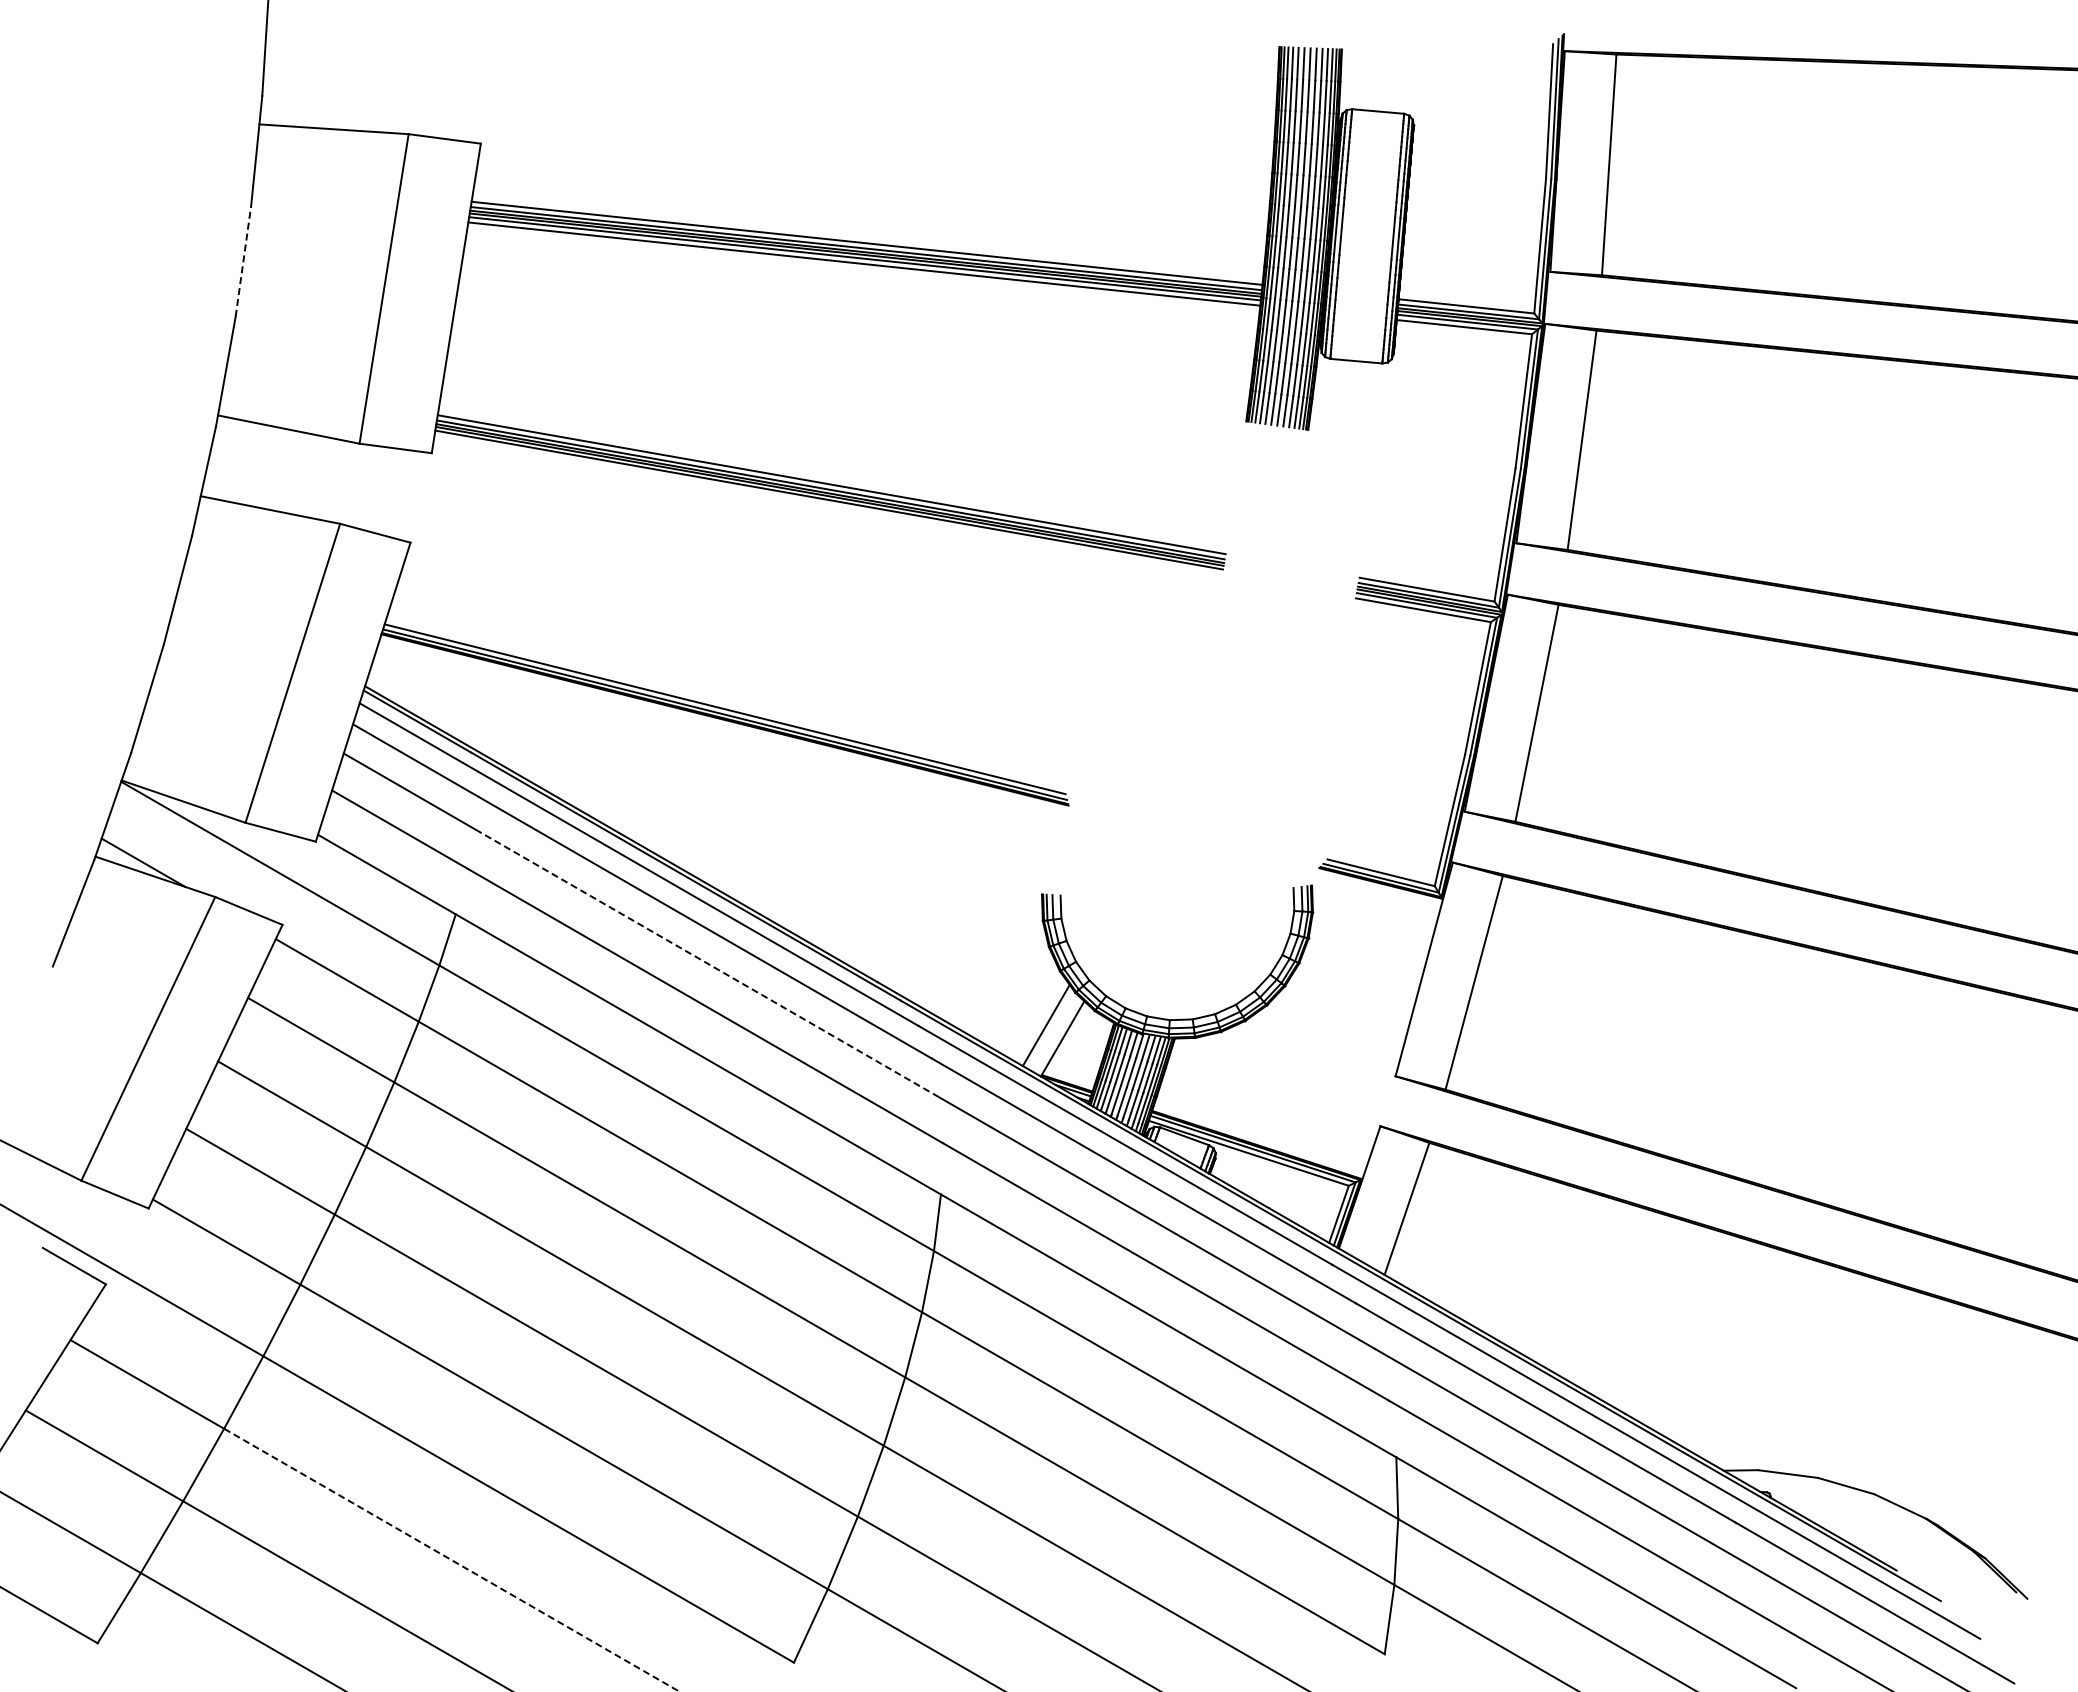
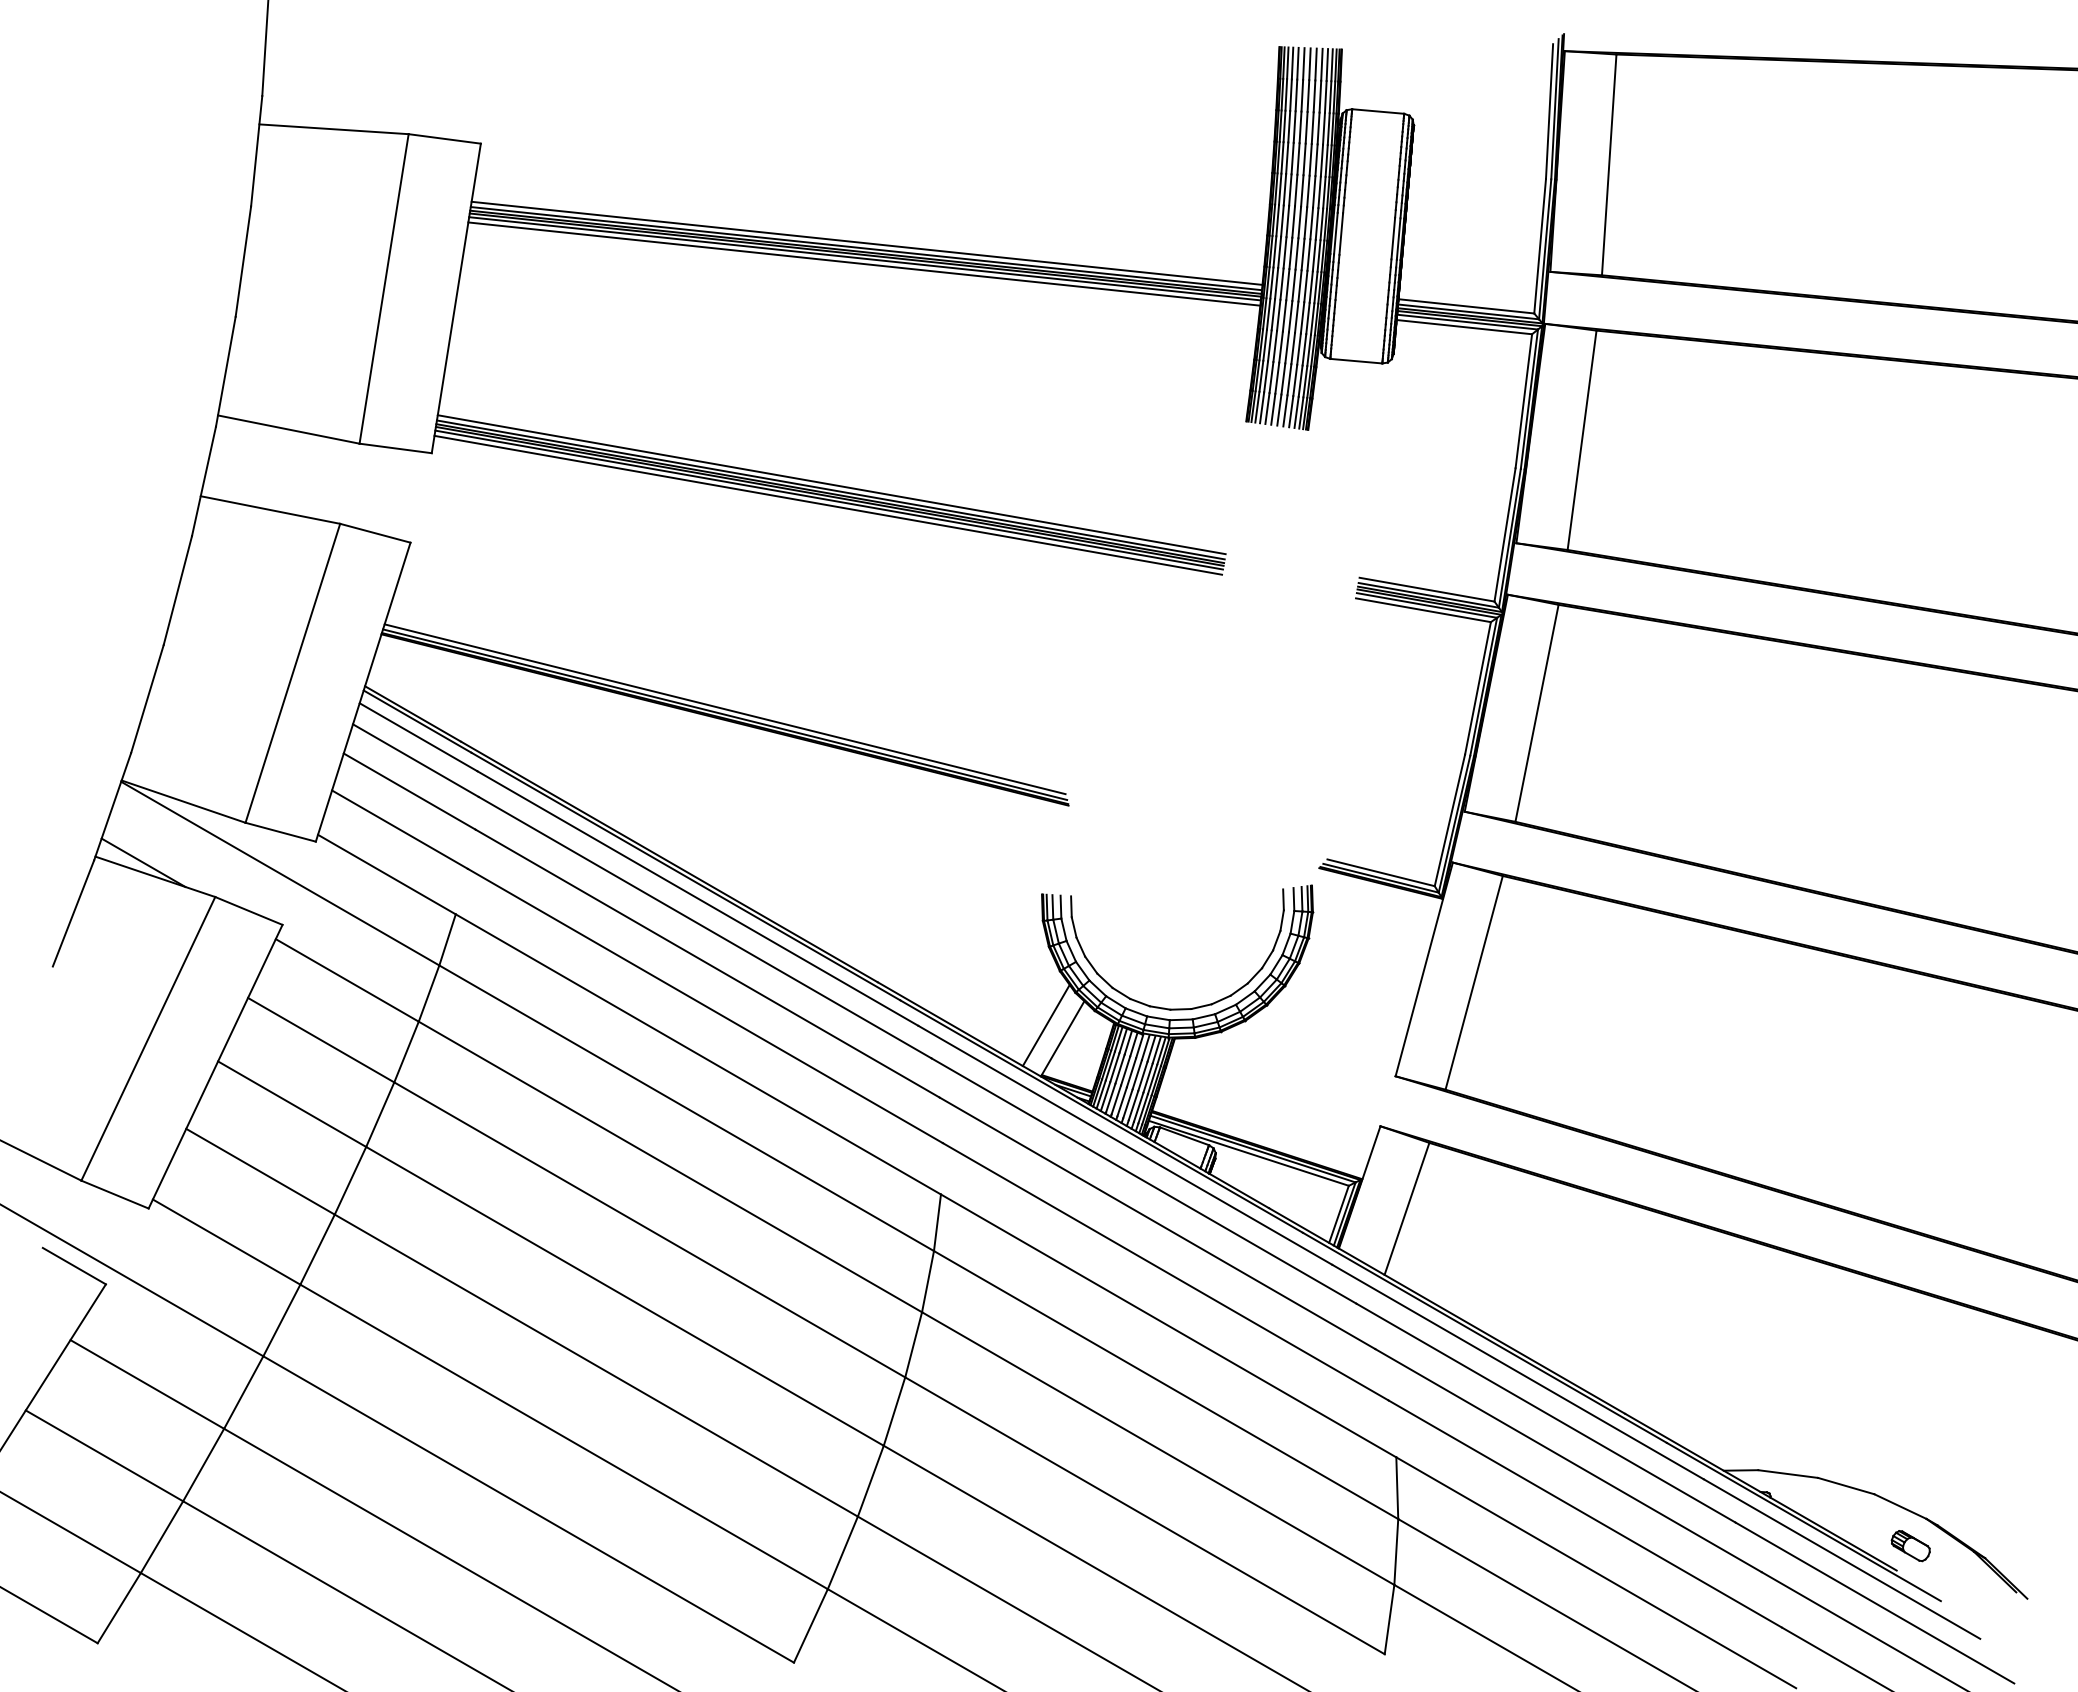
line at (243, 261): dashed -> solid
line at (828, 504): none -> present
line at (707, 963): dashed -> solid
part at (1177, 1008): none -> present
part at (1910, 1546): none -> present
line at (451, 1560): dashed -> solid
